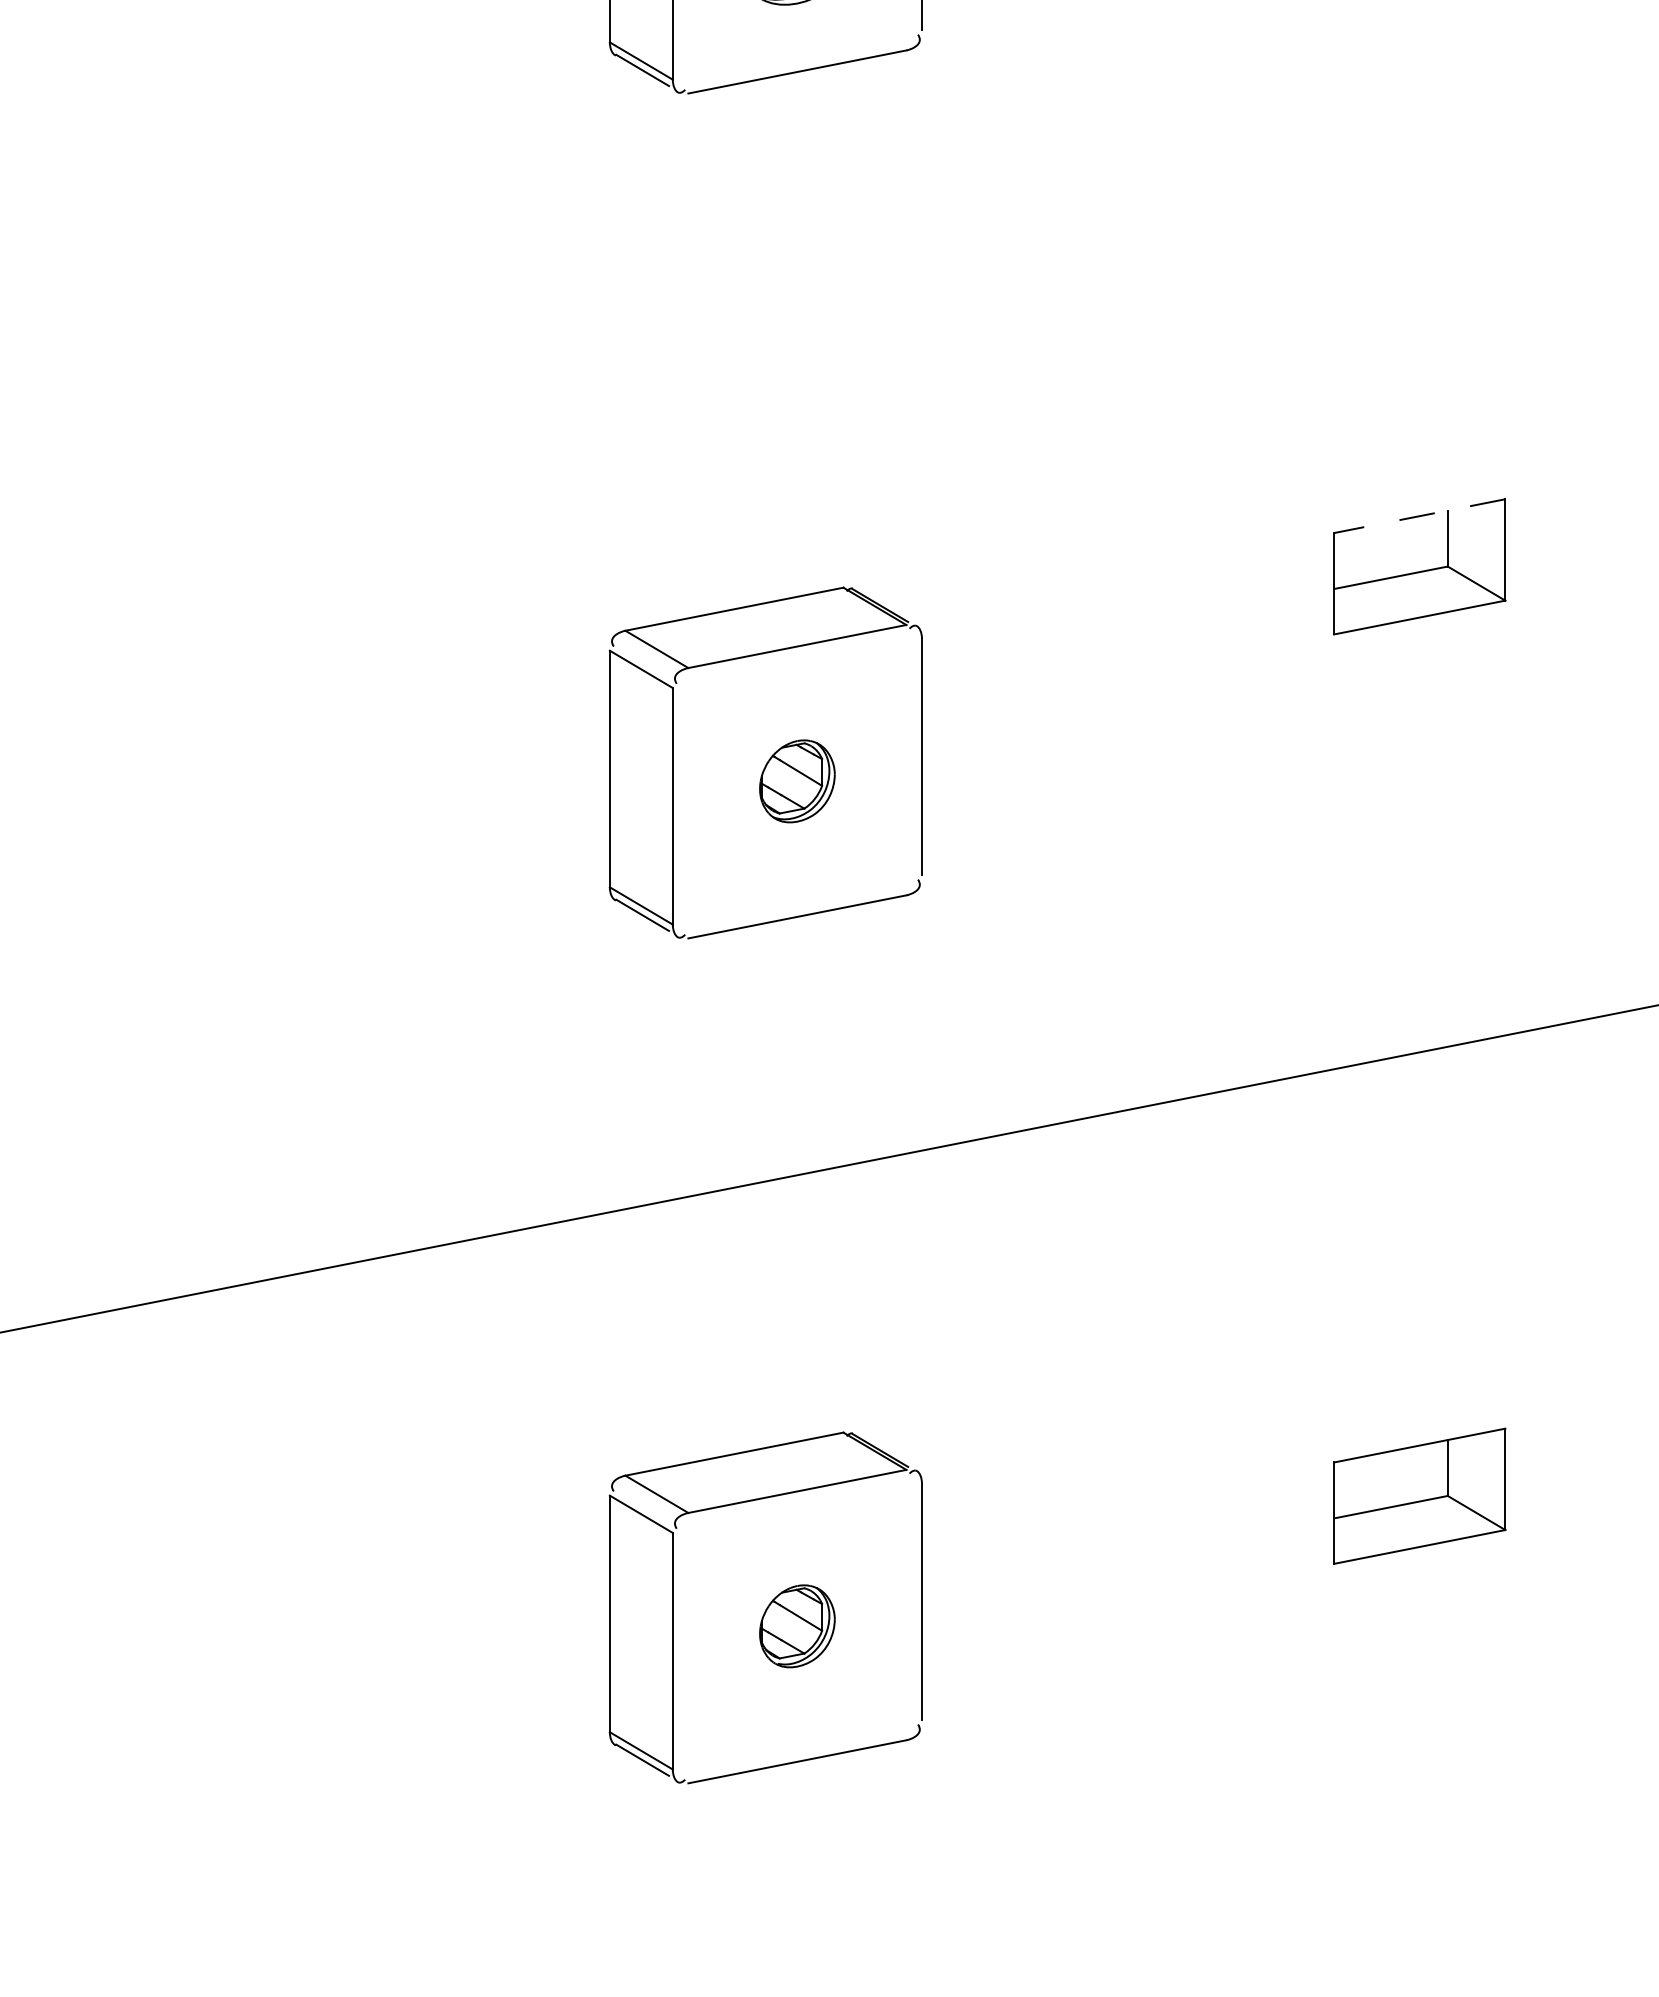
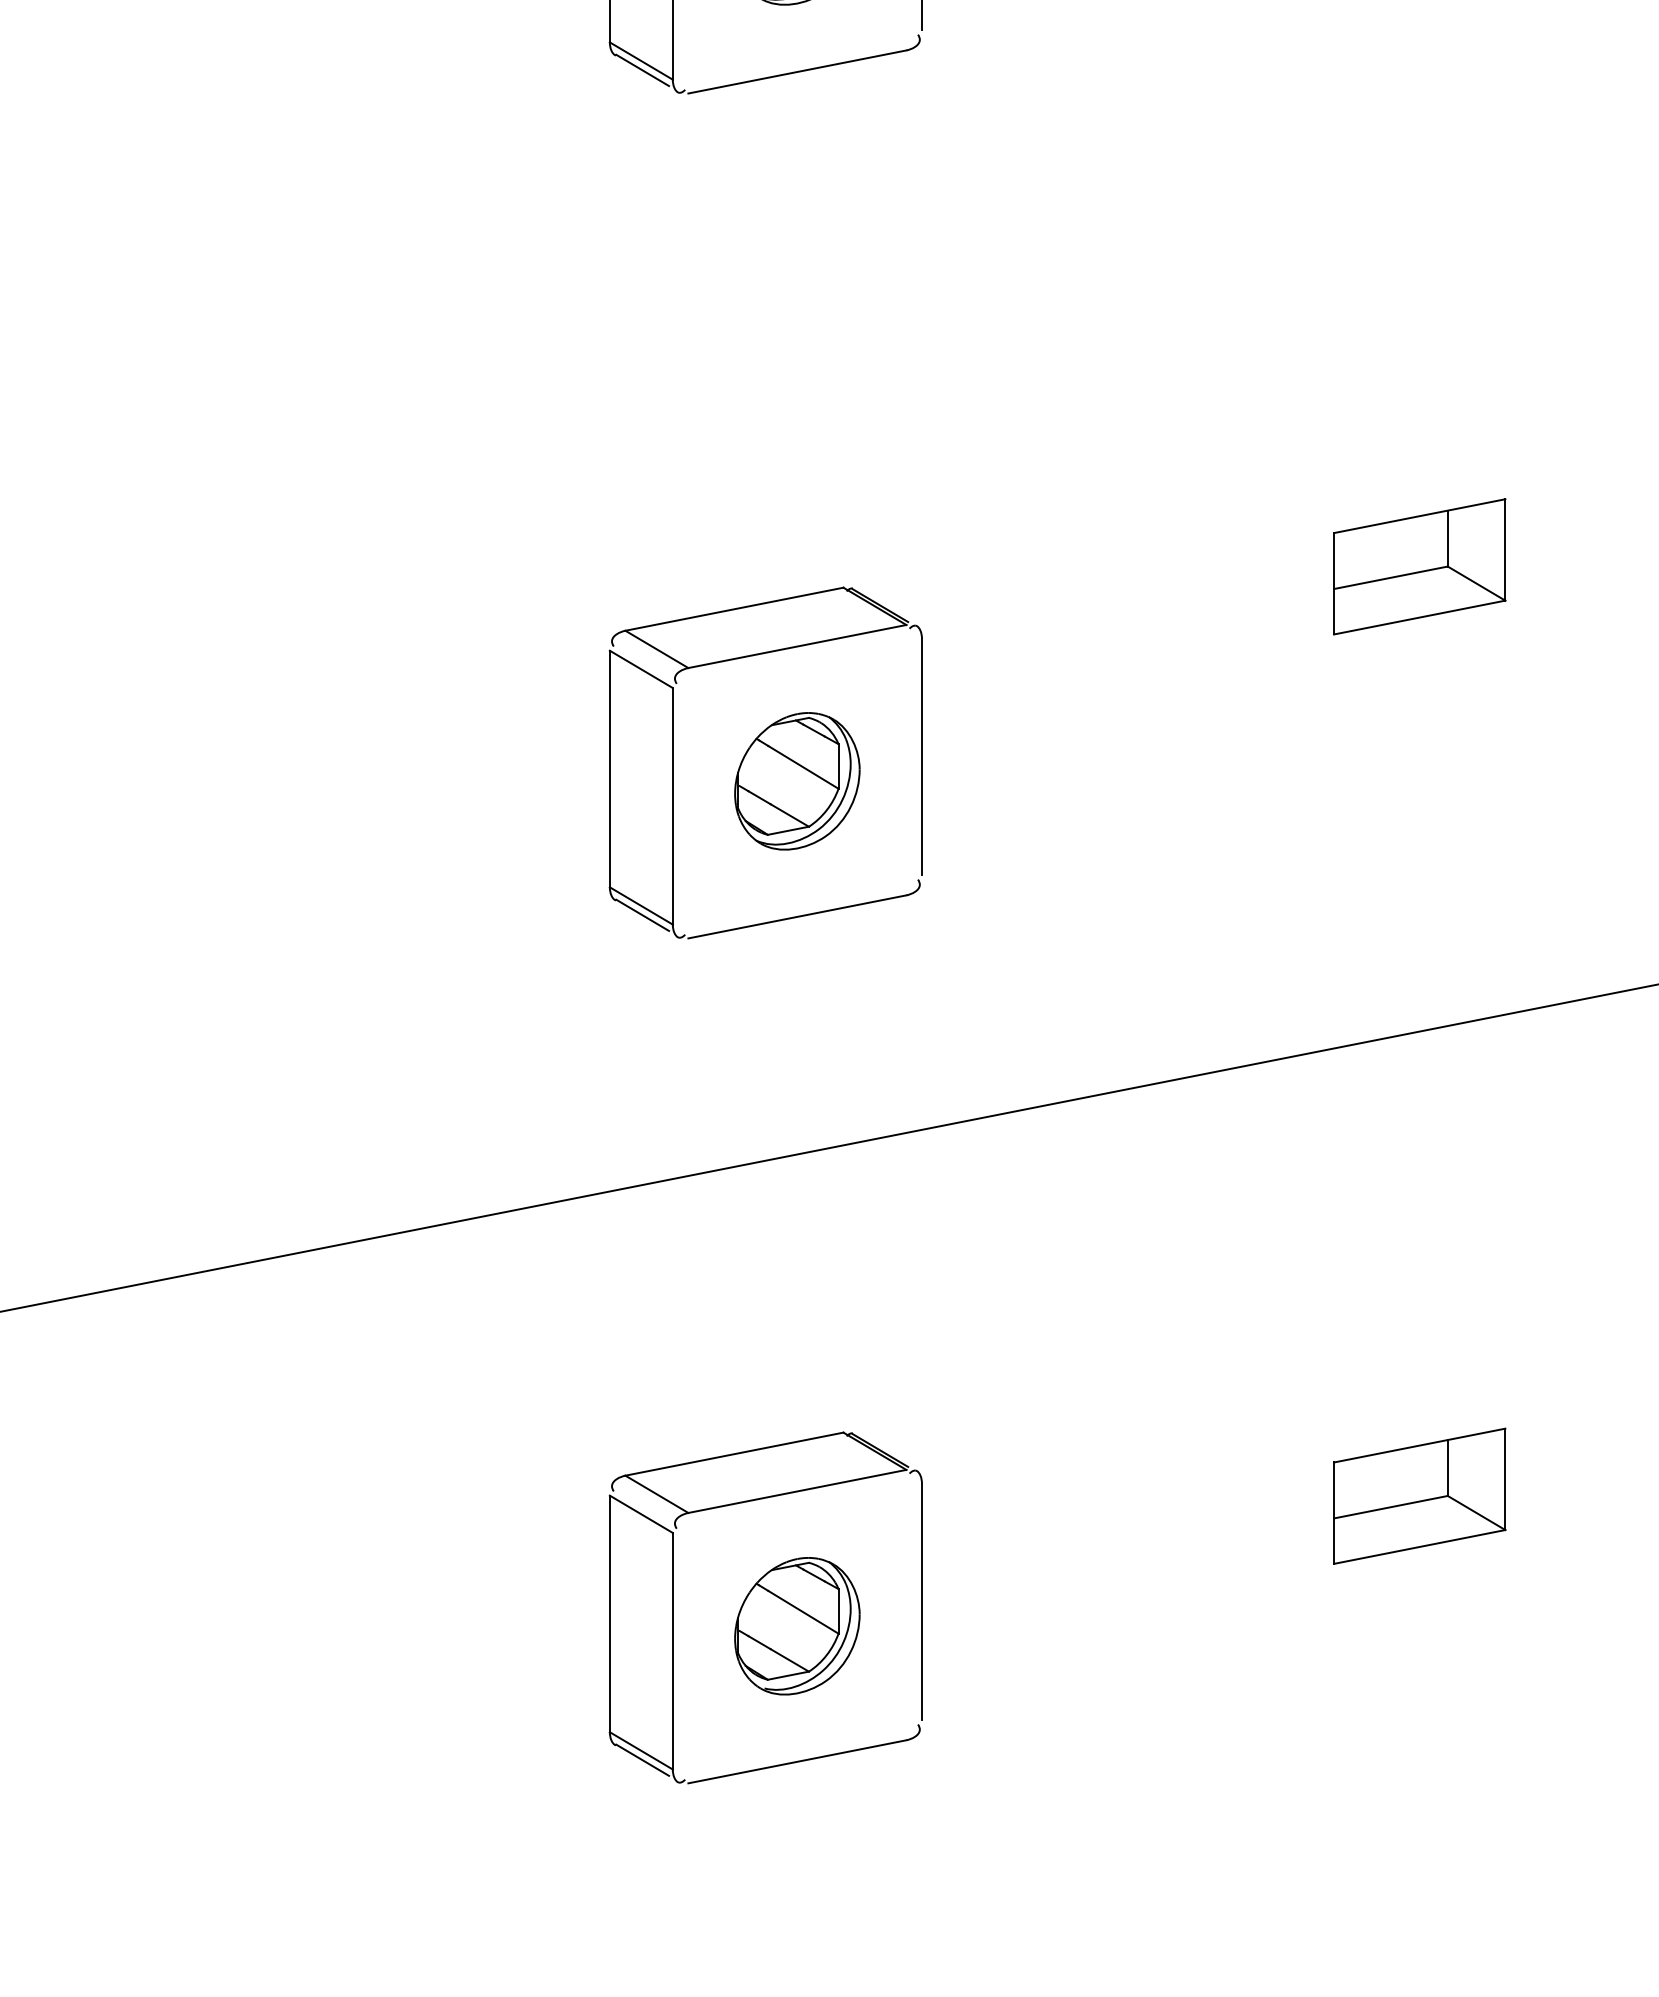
line at (1419, 516): dashed -> solid
part at (797, 781) size: 77x85 px -> 127x139 px
line at (828, 1168) position: (828, 1168) -> (828, 1147)
part at (797, 1626) size: 77x85 px -> 127x139 px
